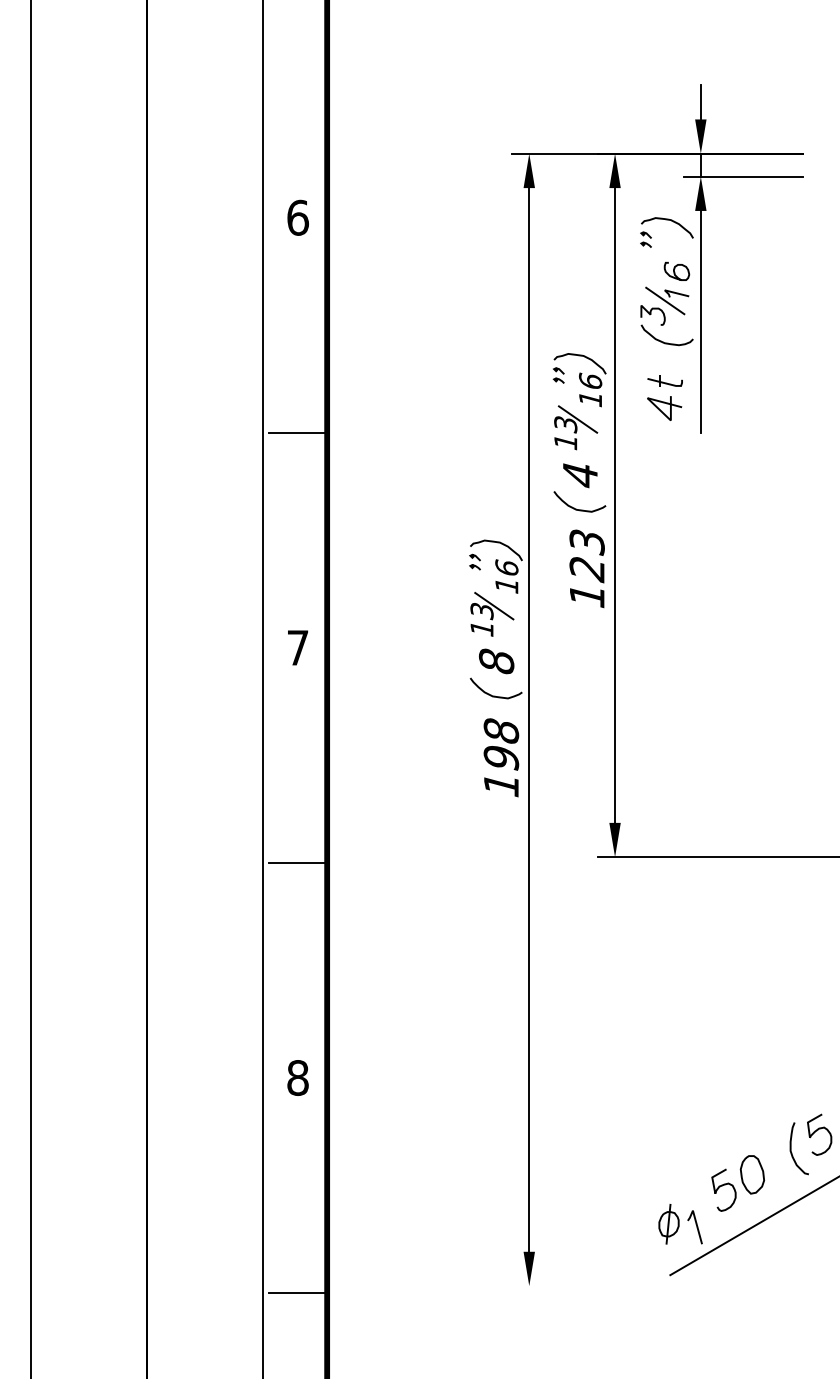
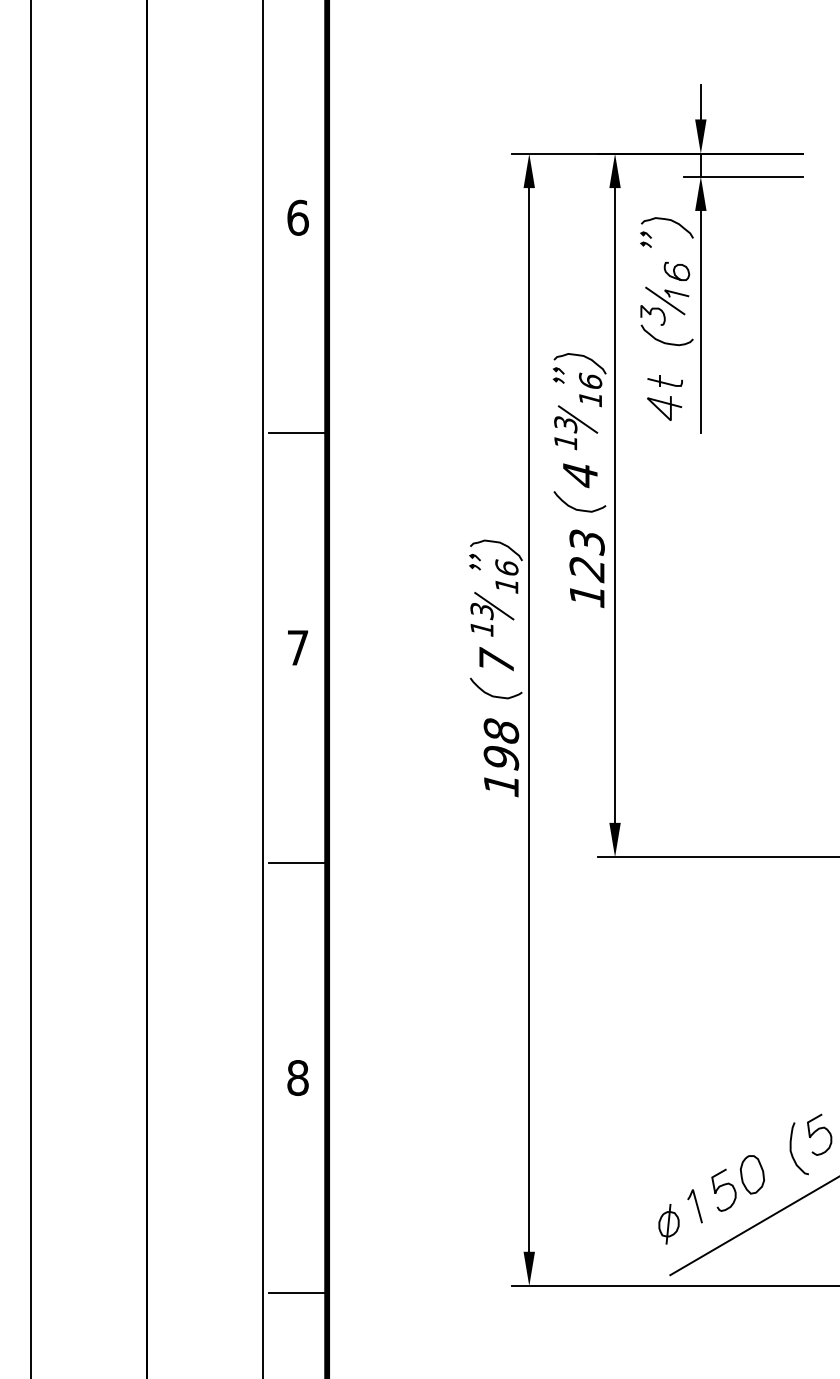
text at (496, 660): 8 -> 7
line at (696, 1227) position: (696, 1227) -> (696, 1206)
line at (674, 1286): none -> present
